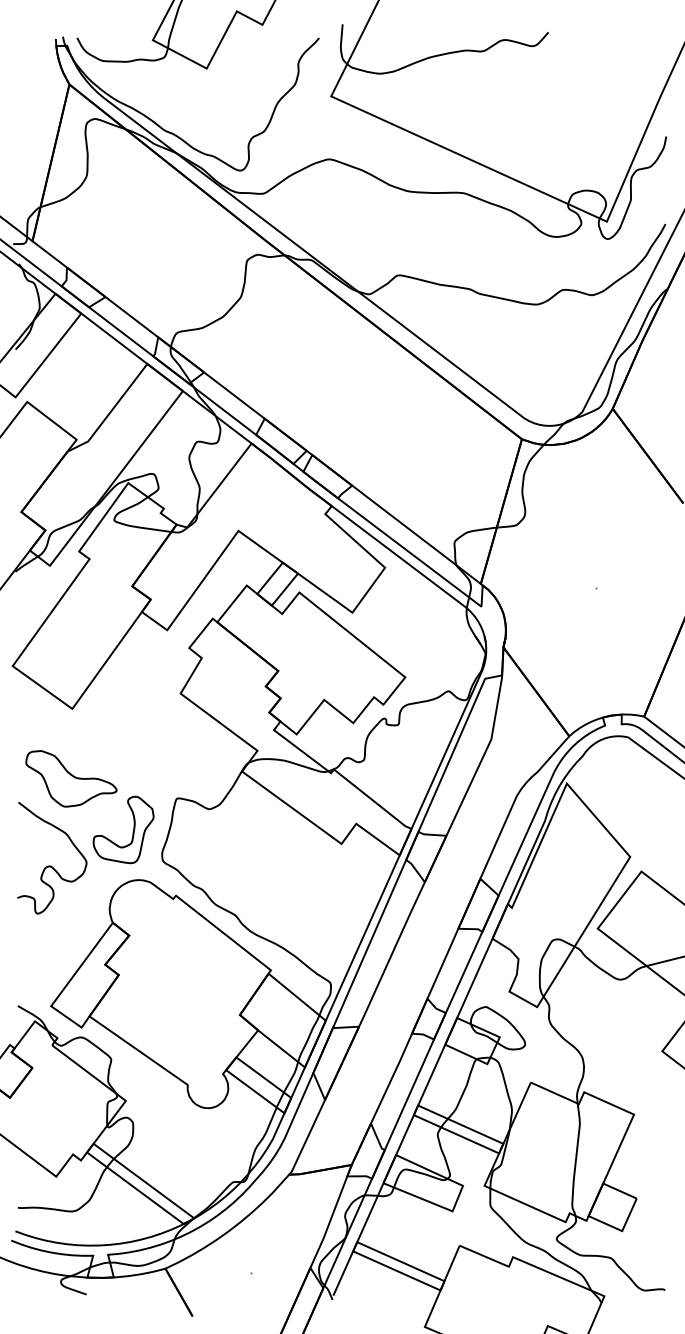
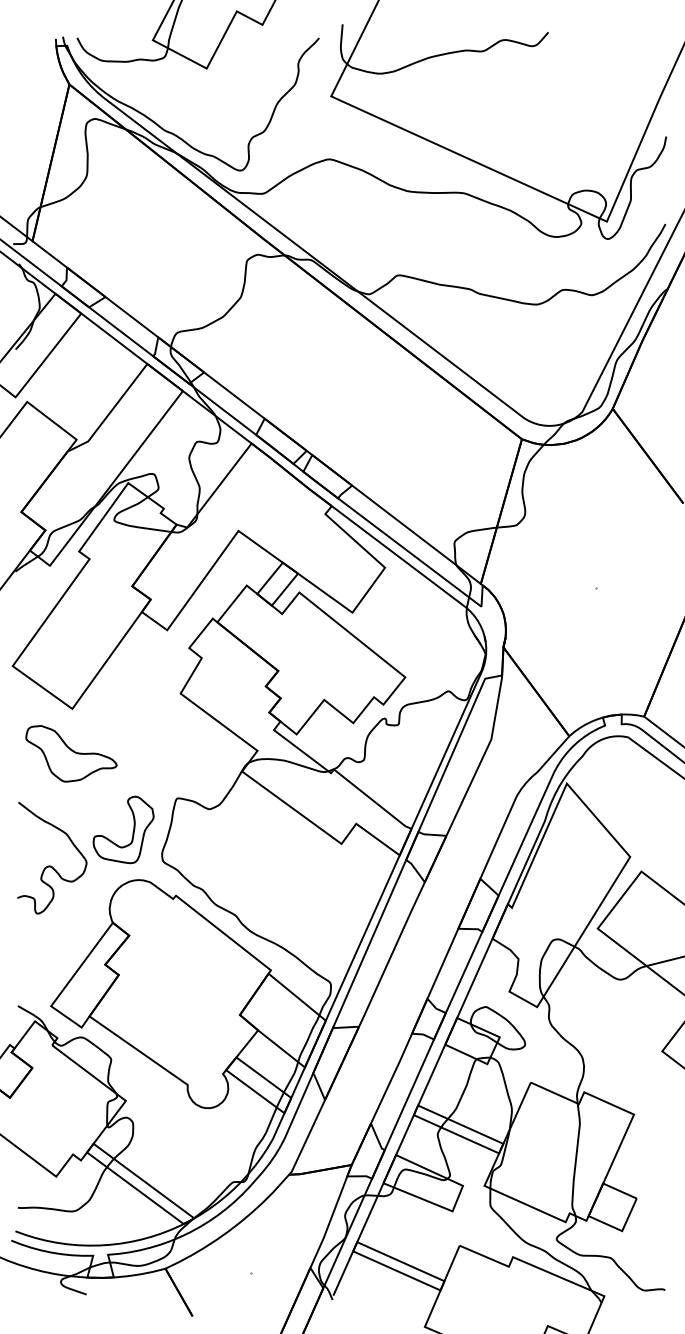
part at (71, 778) position: (71, 778) -> (71, 753)
